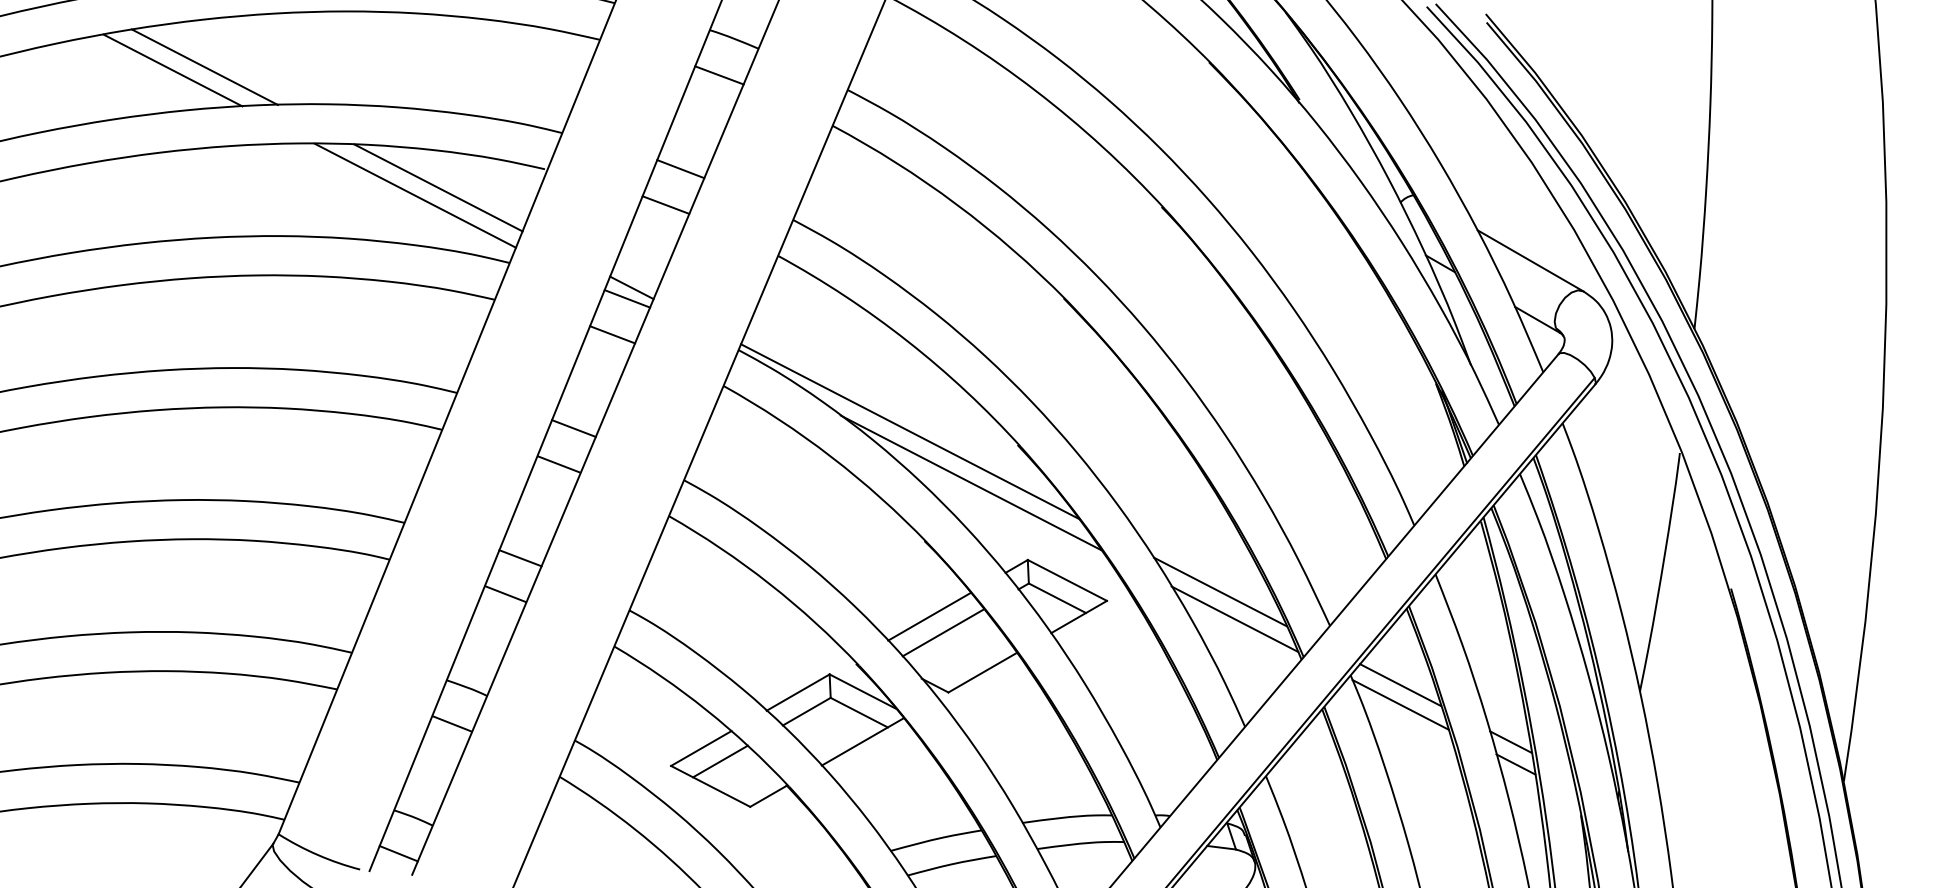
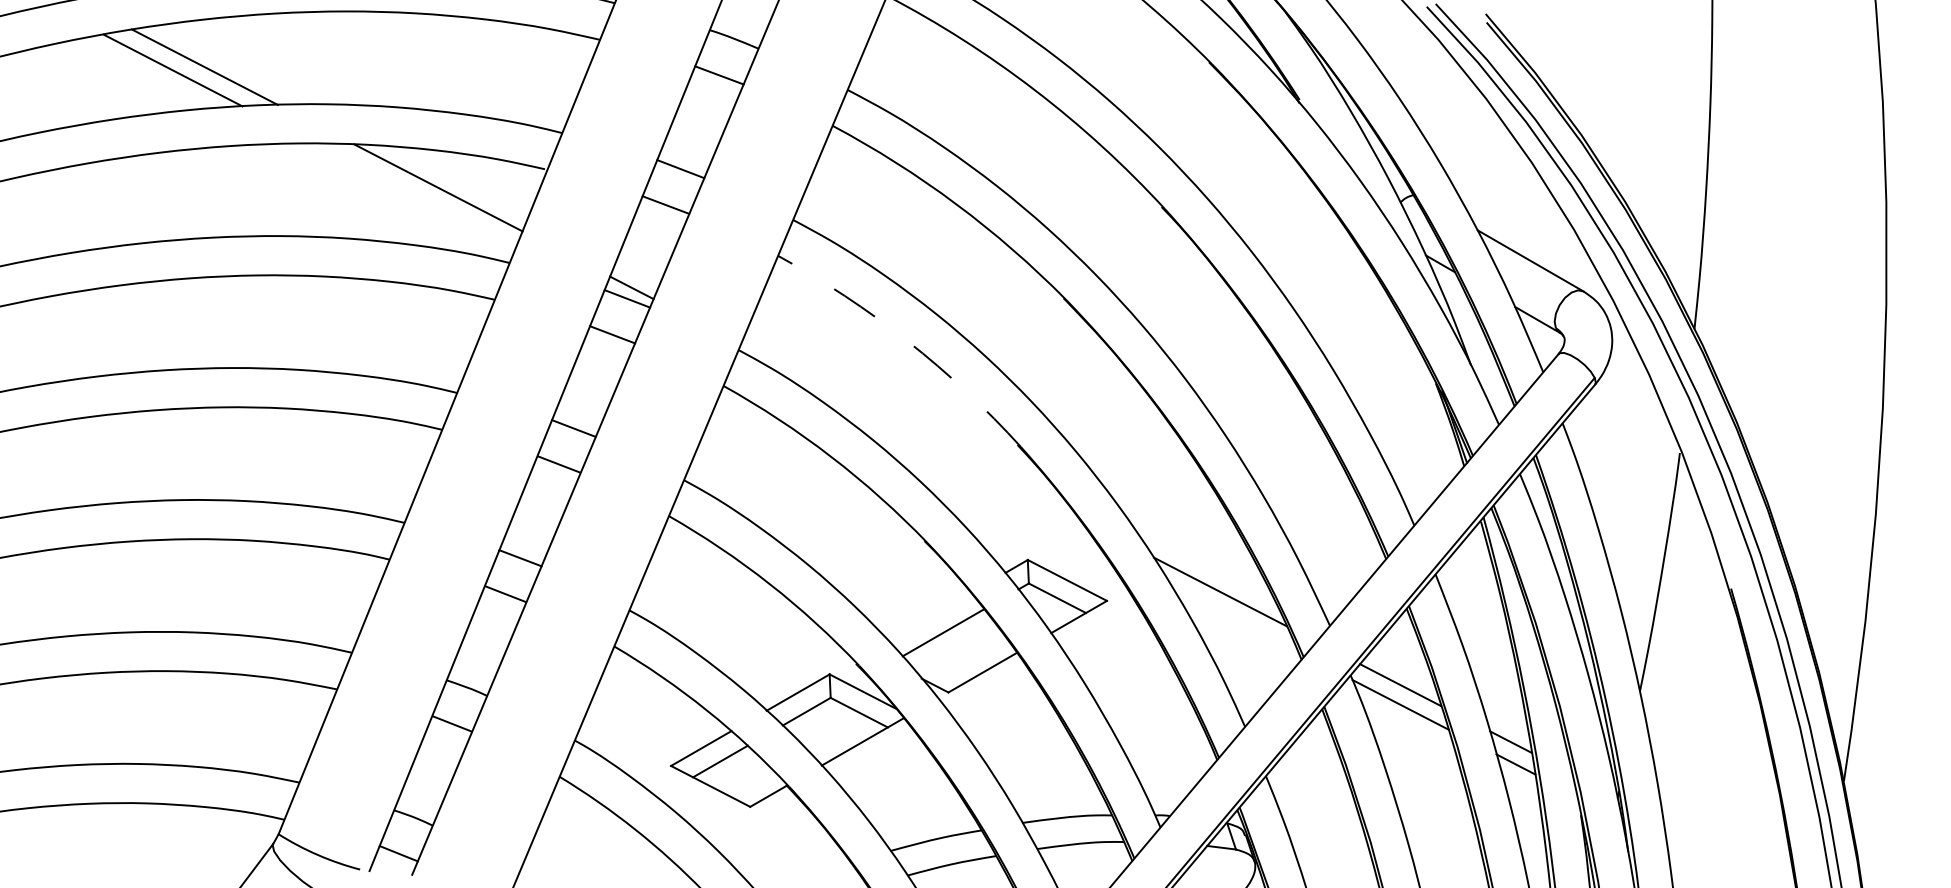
line at (414, 195): present -> none
arc at (907, 341): solid -> dashed
line at (910, 431): present -> none
line at (970, 482): present -> none
line at (929, 616): present -> none
line at (1234, 619): present -> none
